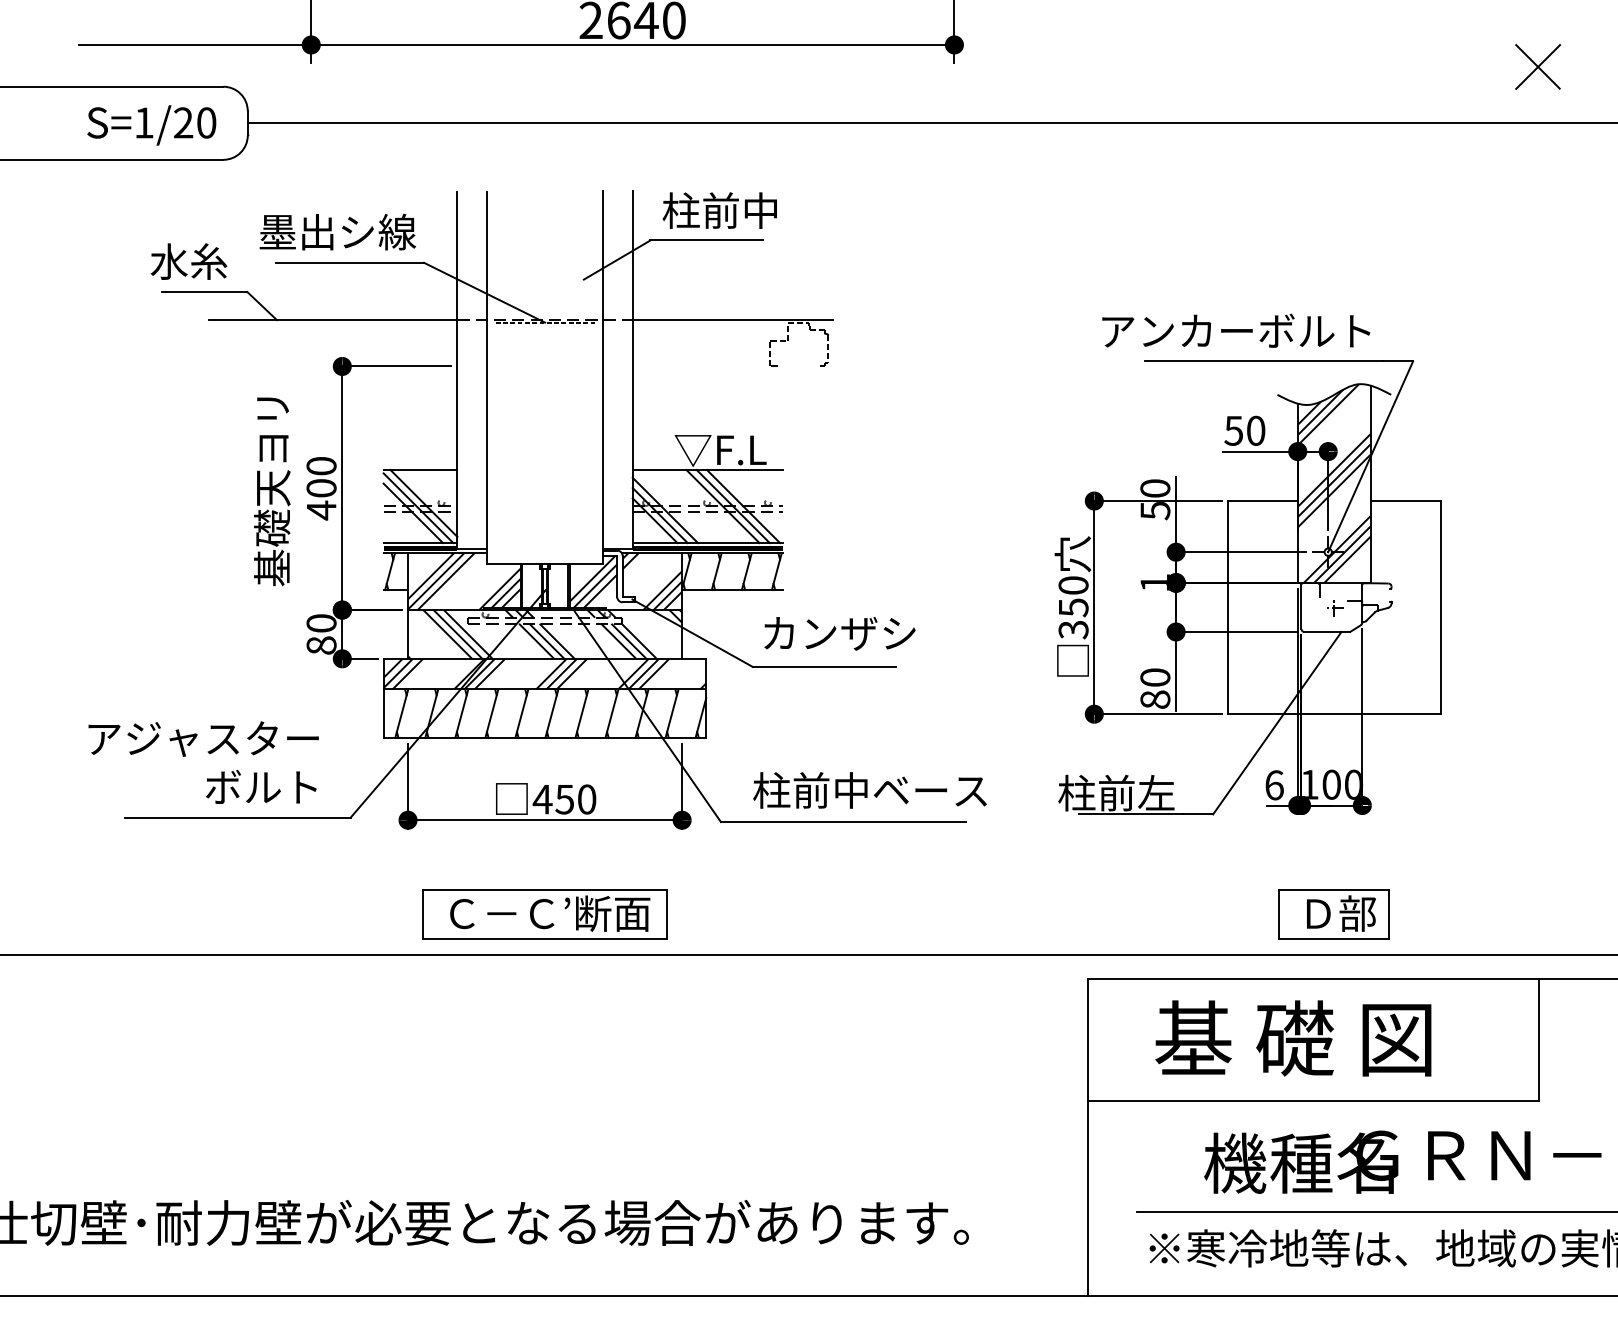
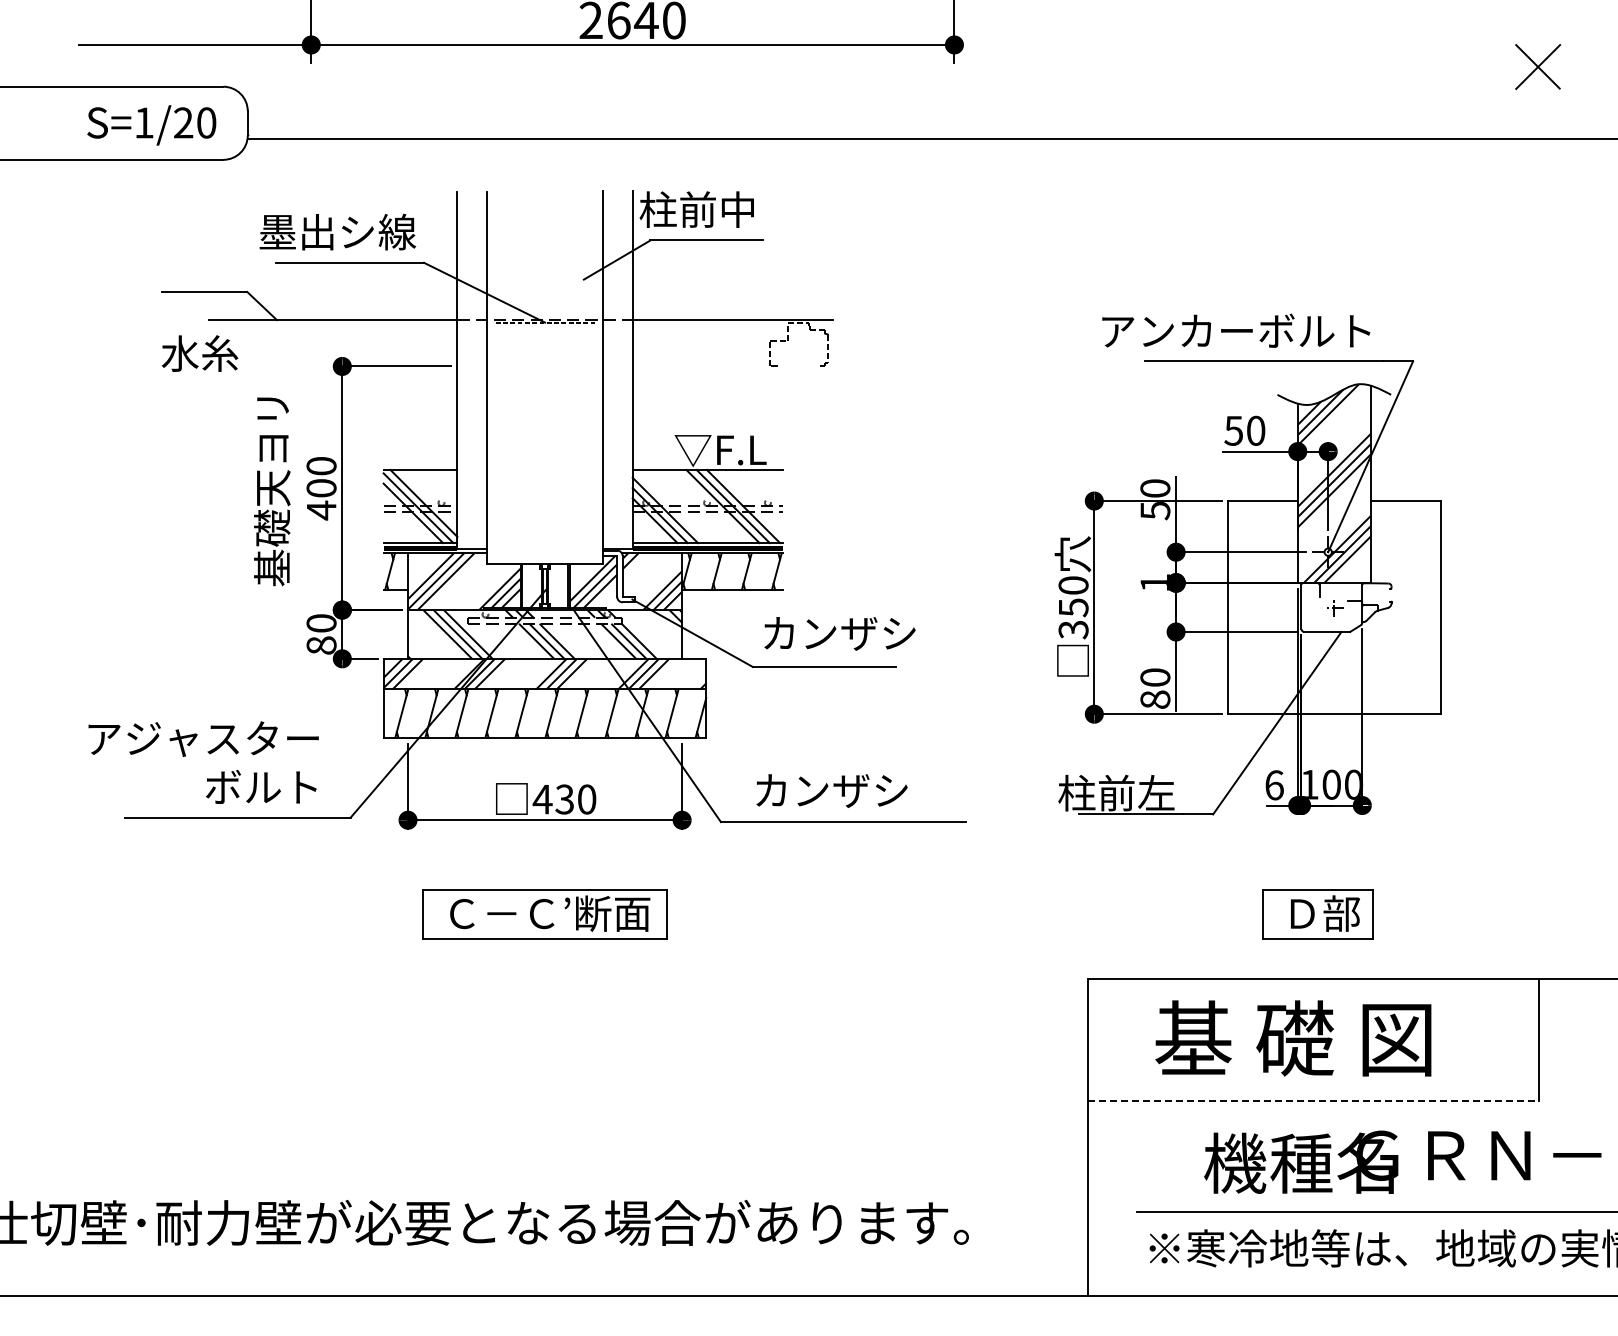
line at (930, 123) position: (930, 123) -> (930, 139)
text at (719, 210) position: (719, 210) -> (696, 209)
text at (188, 261) position: (188, 261) -> (199, 353)
text at (869, 790): 柱前中ベース -> カンザシ
text at (564, 799): 450 -> 430
part at (1333, 914) position: (1333, 914) -> (1317, 914)
line at (808, 955): present -> none
line at (1314, 1101): solid -> dashed
